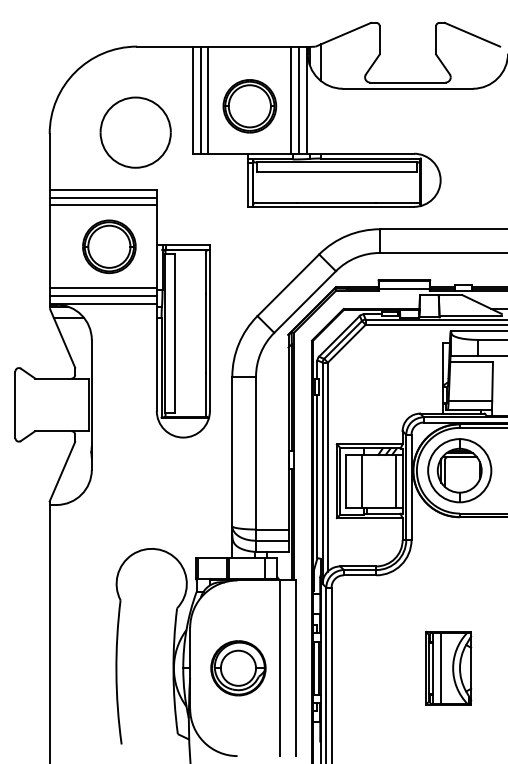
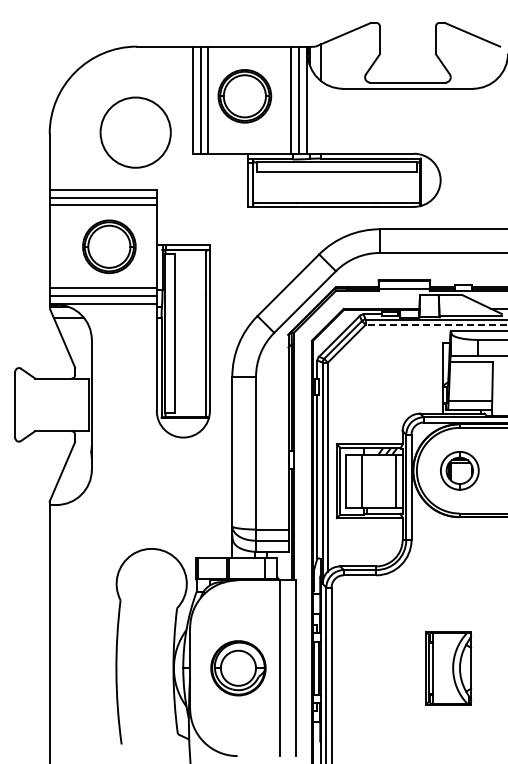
part at (249, 106) position: (249, 106) -> (244, 96)
line at (436, 324): solid -> dashed
part at (459, 470) size: 66x66 px -> 40x40 px
line at (441, 668): present -> none
